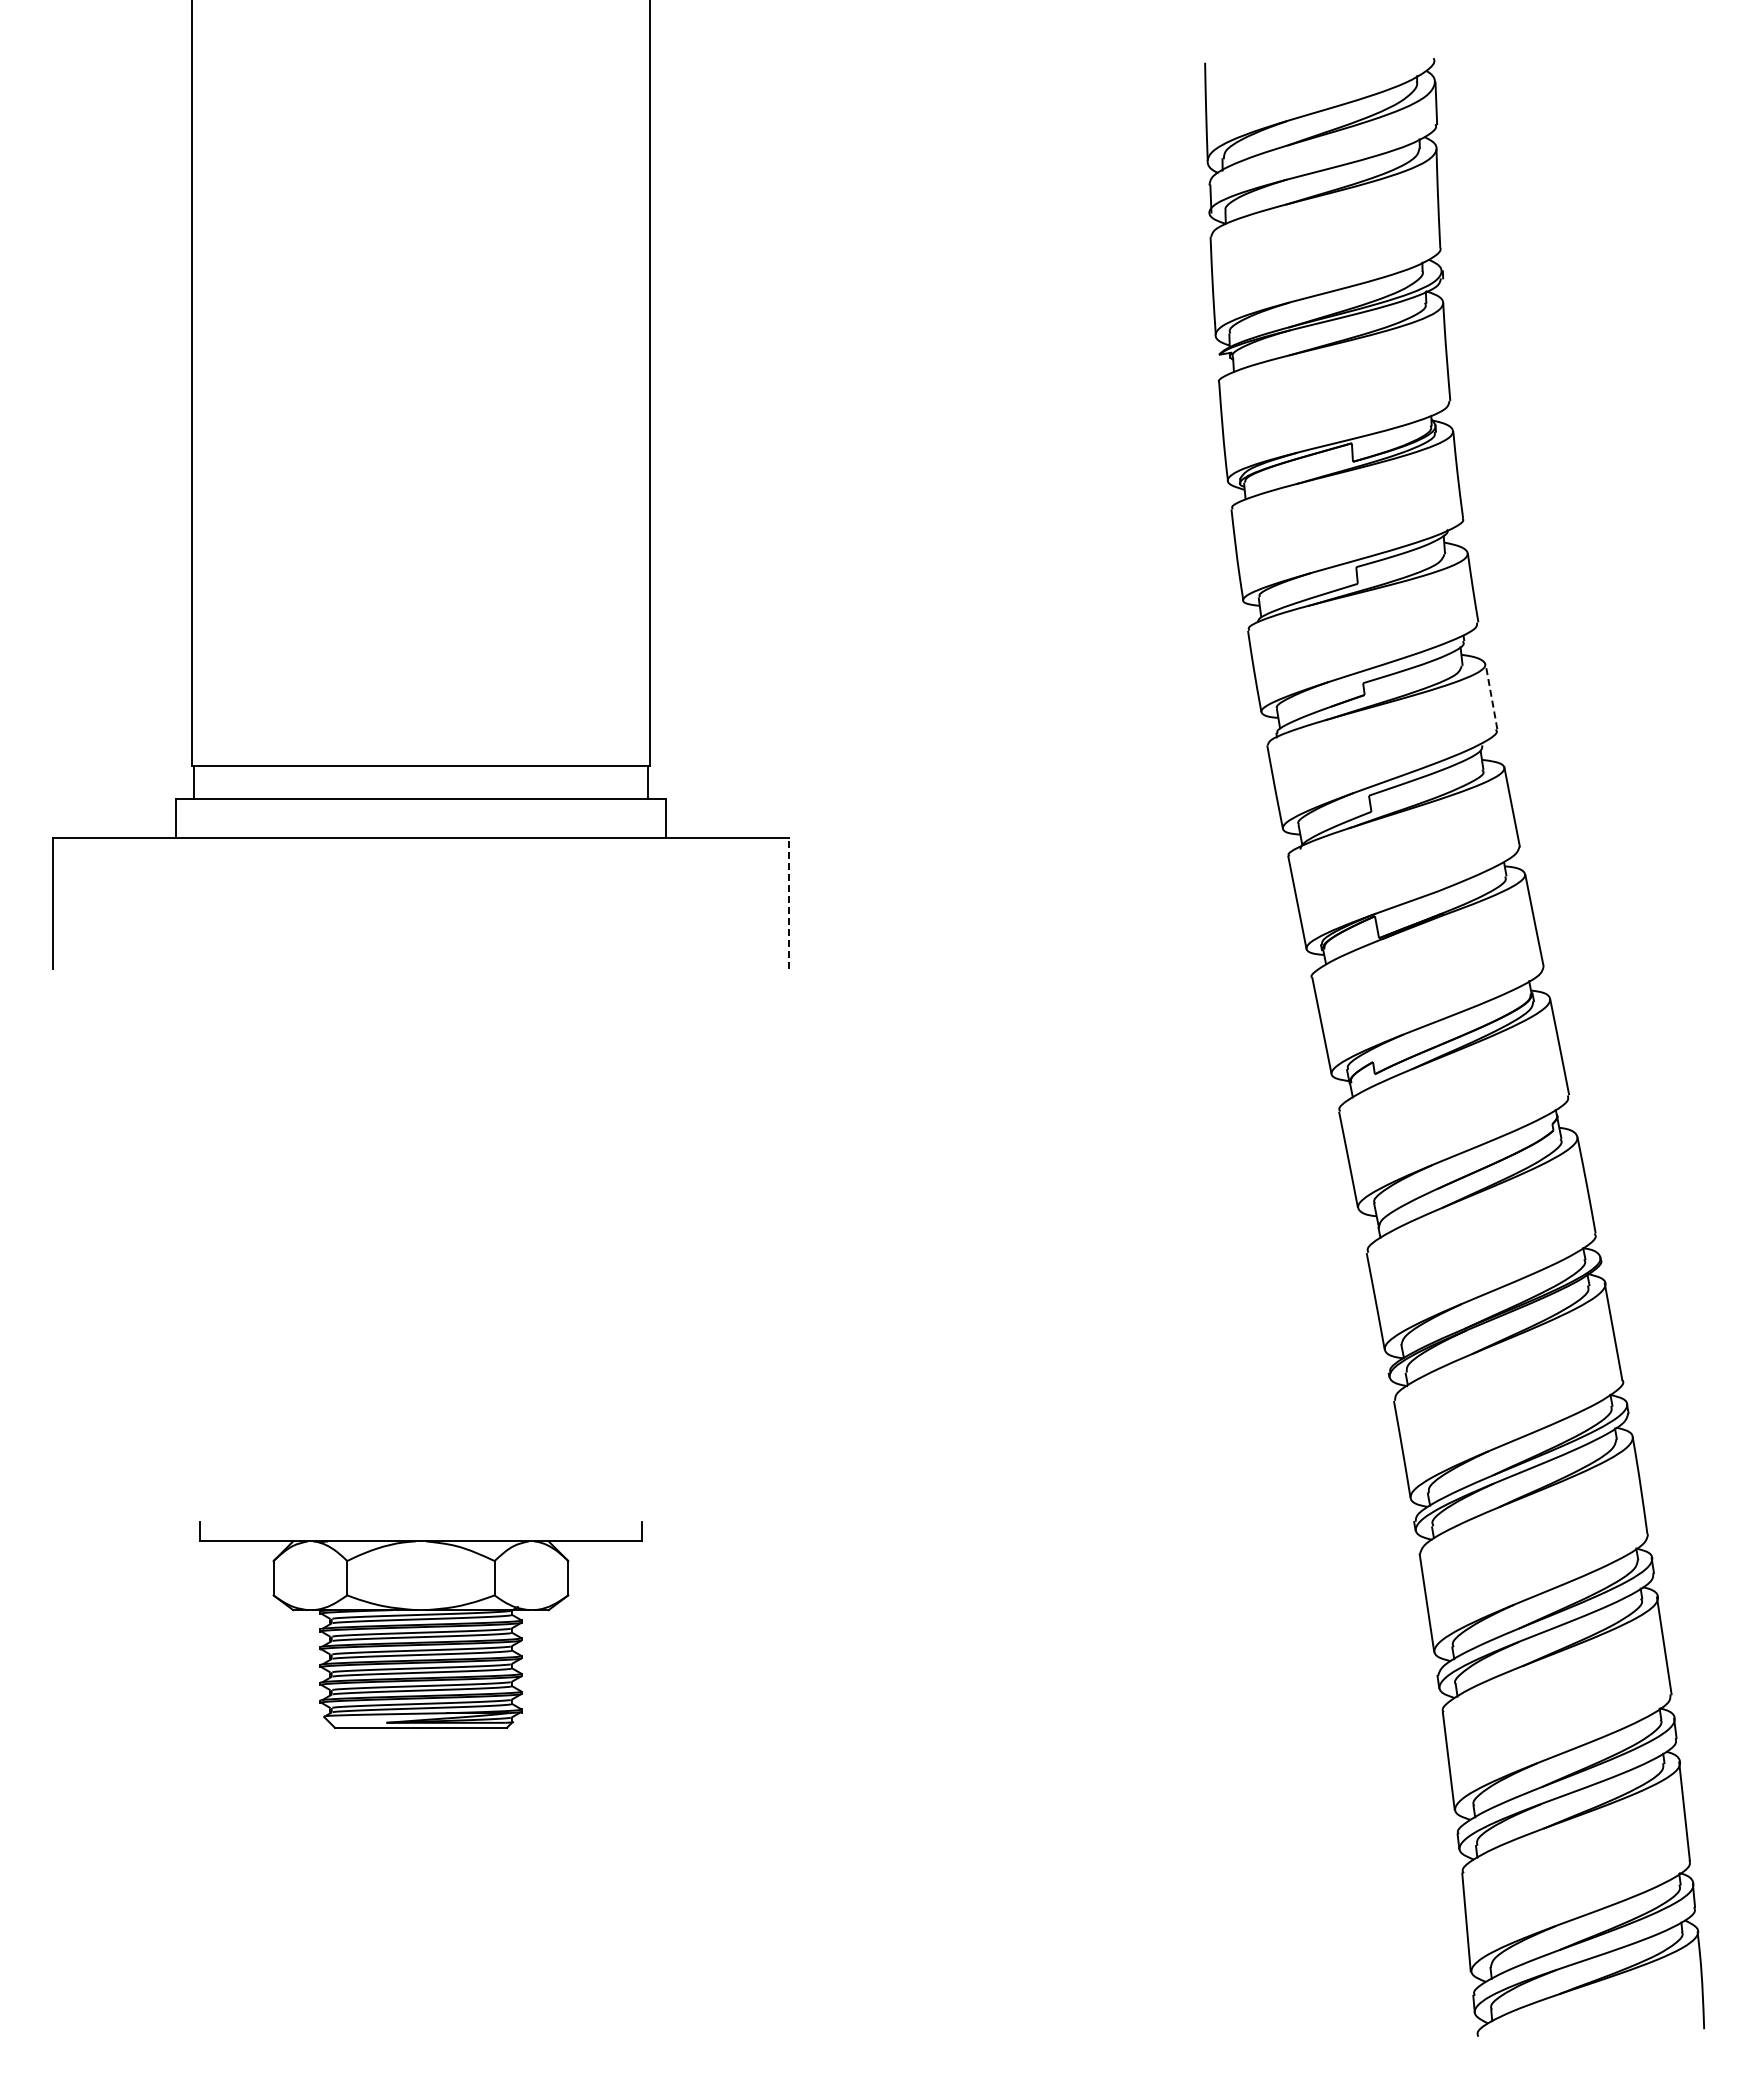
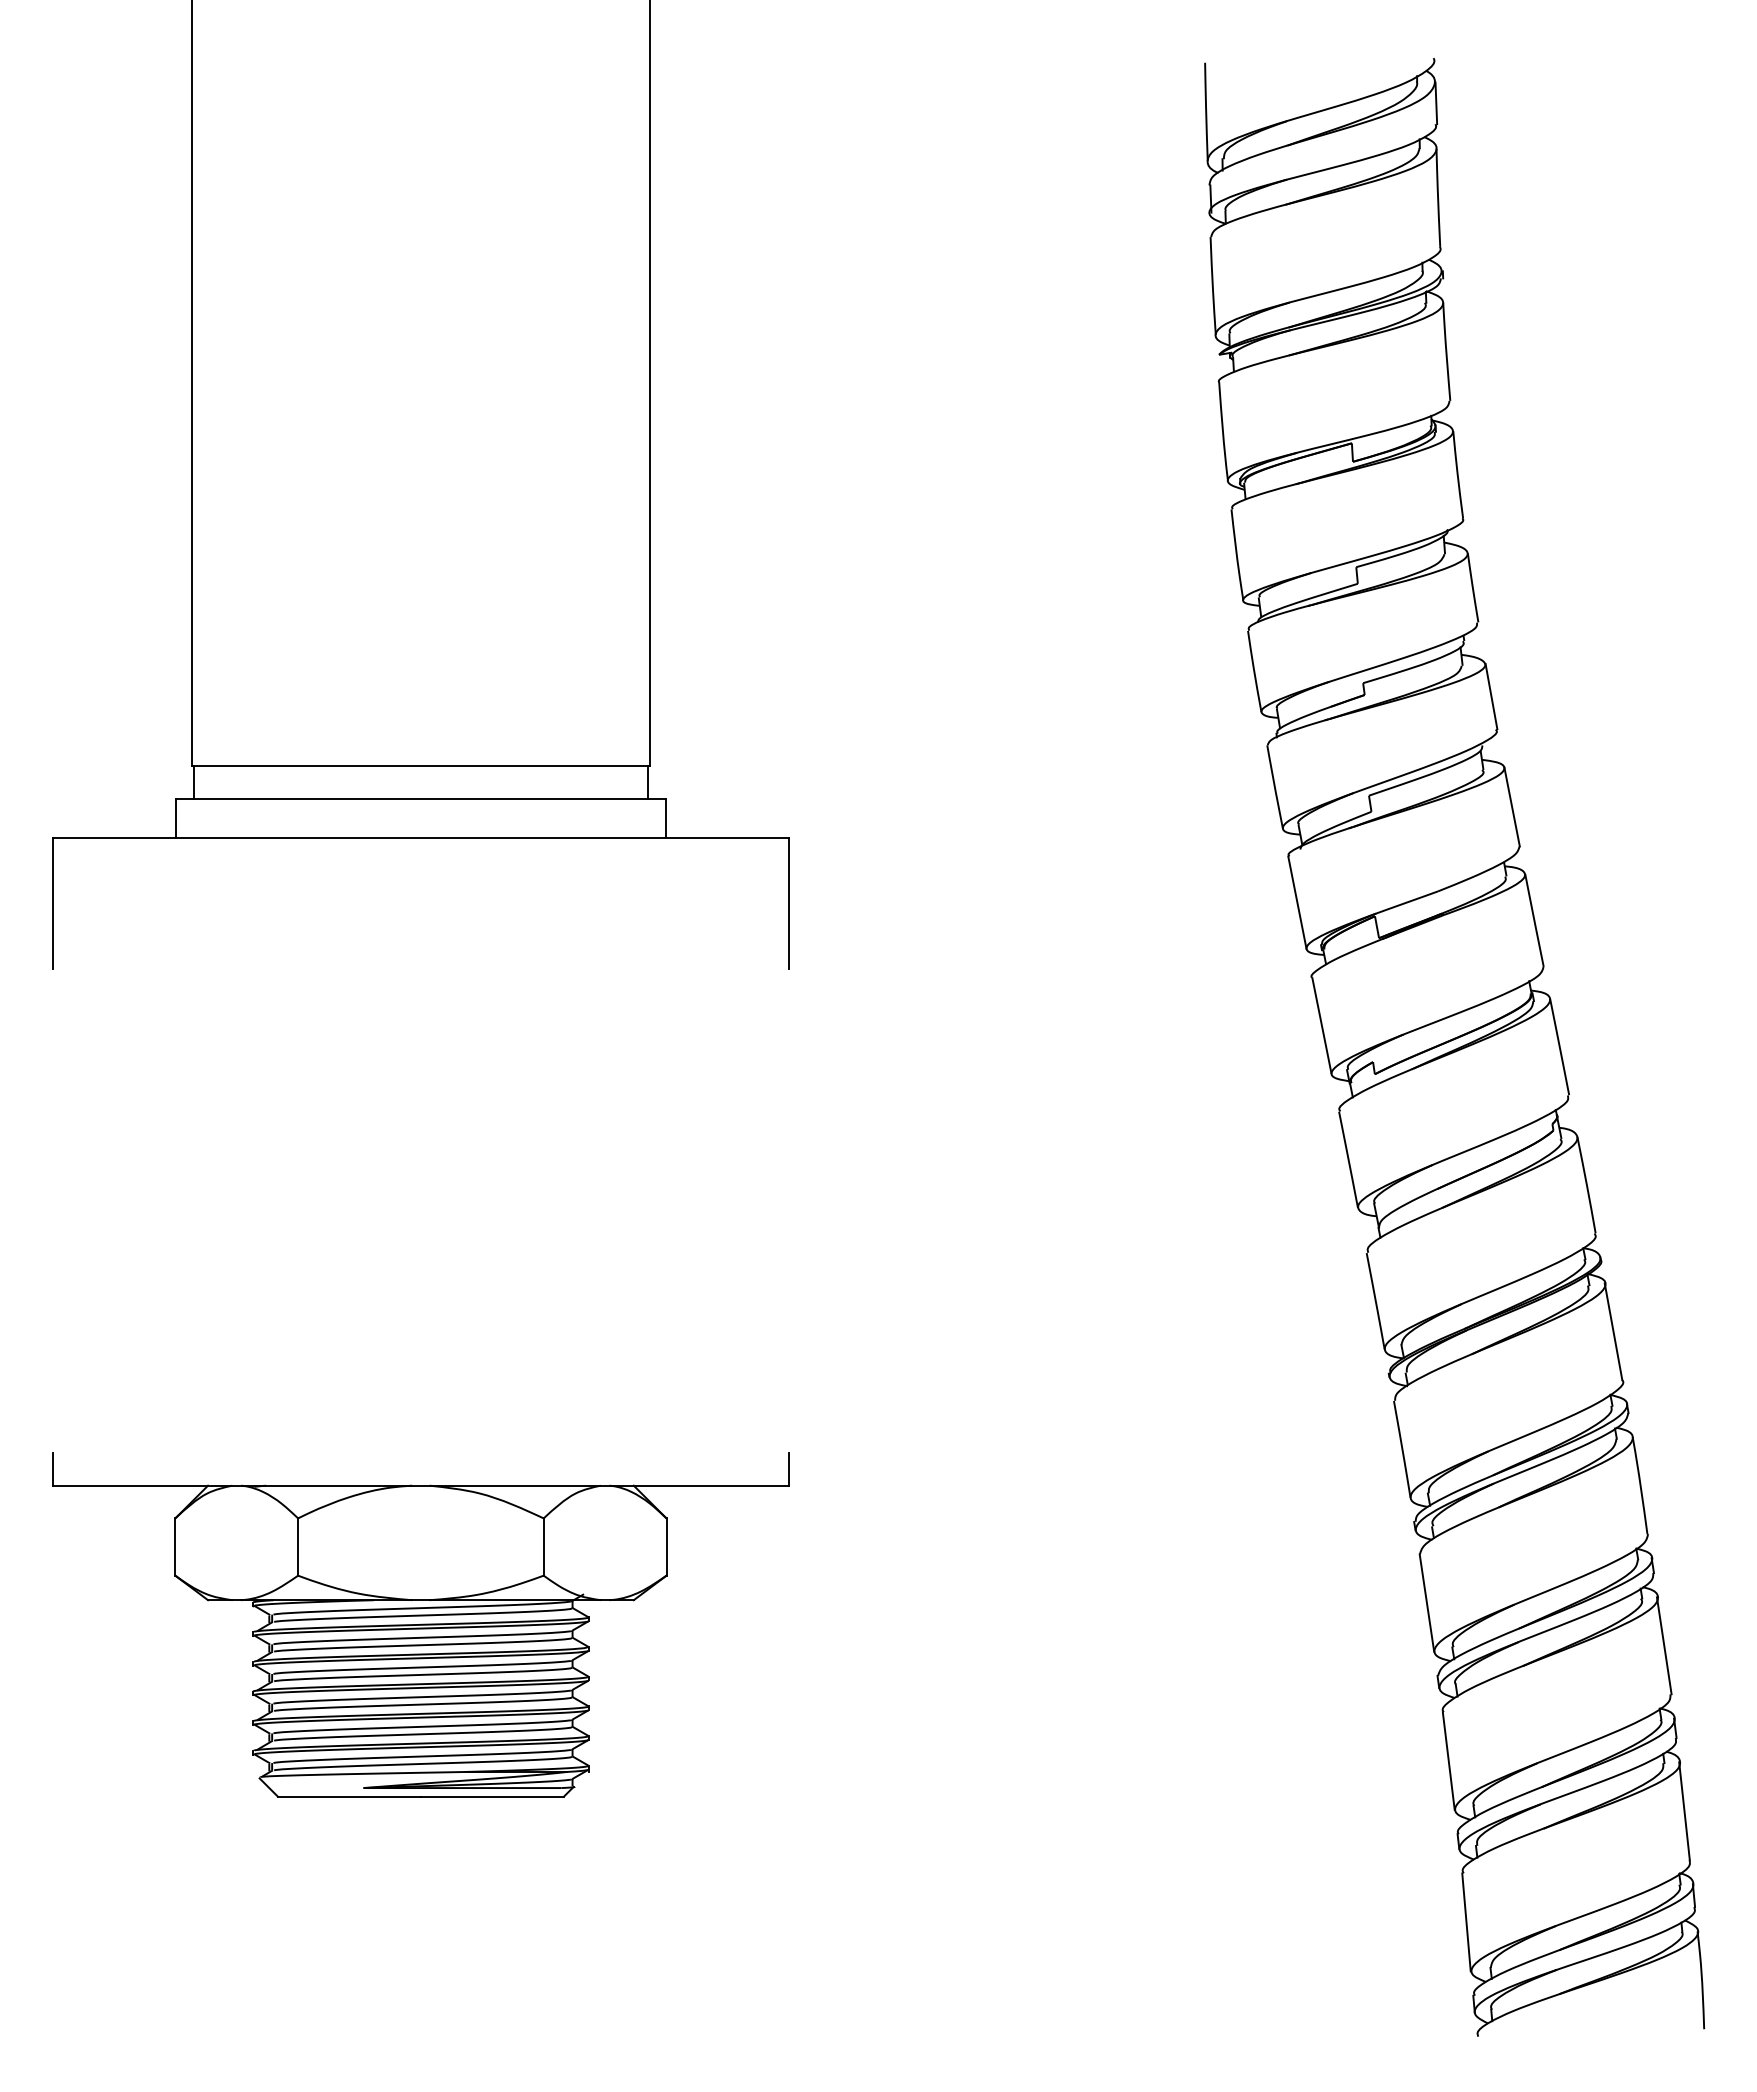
line at (1491, 696): dashed -> solid
line at (789, 902): dashed -> solid
part at (420, 1624) size: 444x208 px -> 738x346 px
